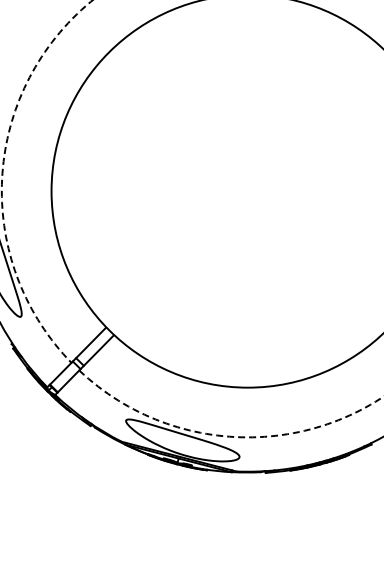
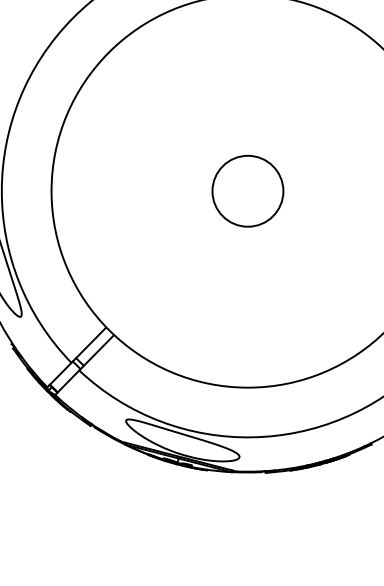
arc at (2, 177): dashed -> solid
circle at (247, 190): none -> present
arc at (226, 436): dashed -> solid
